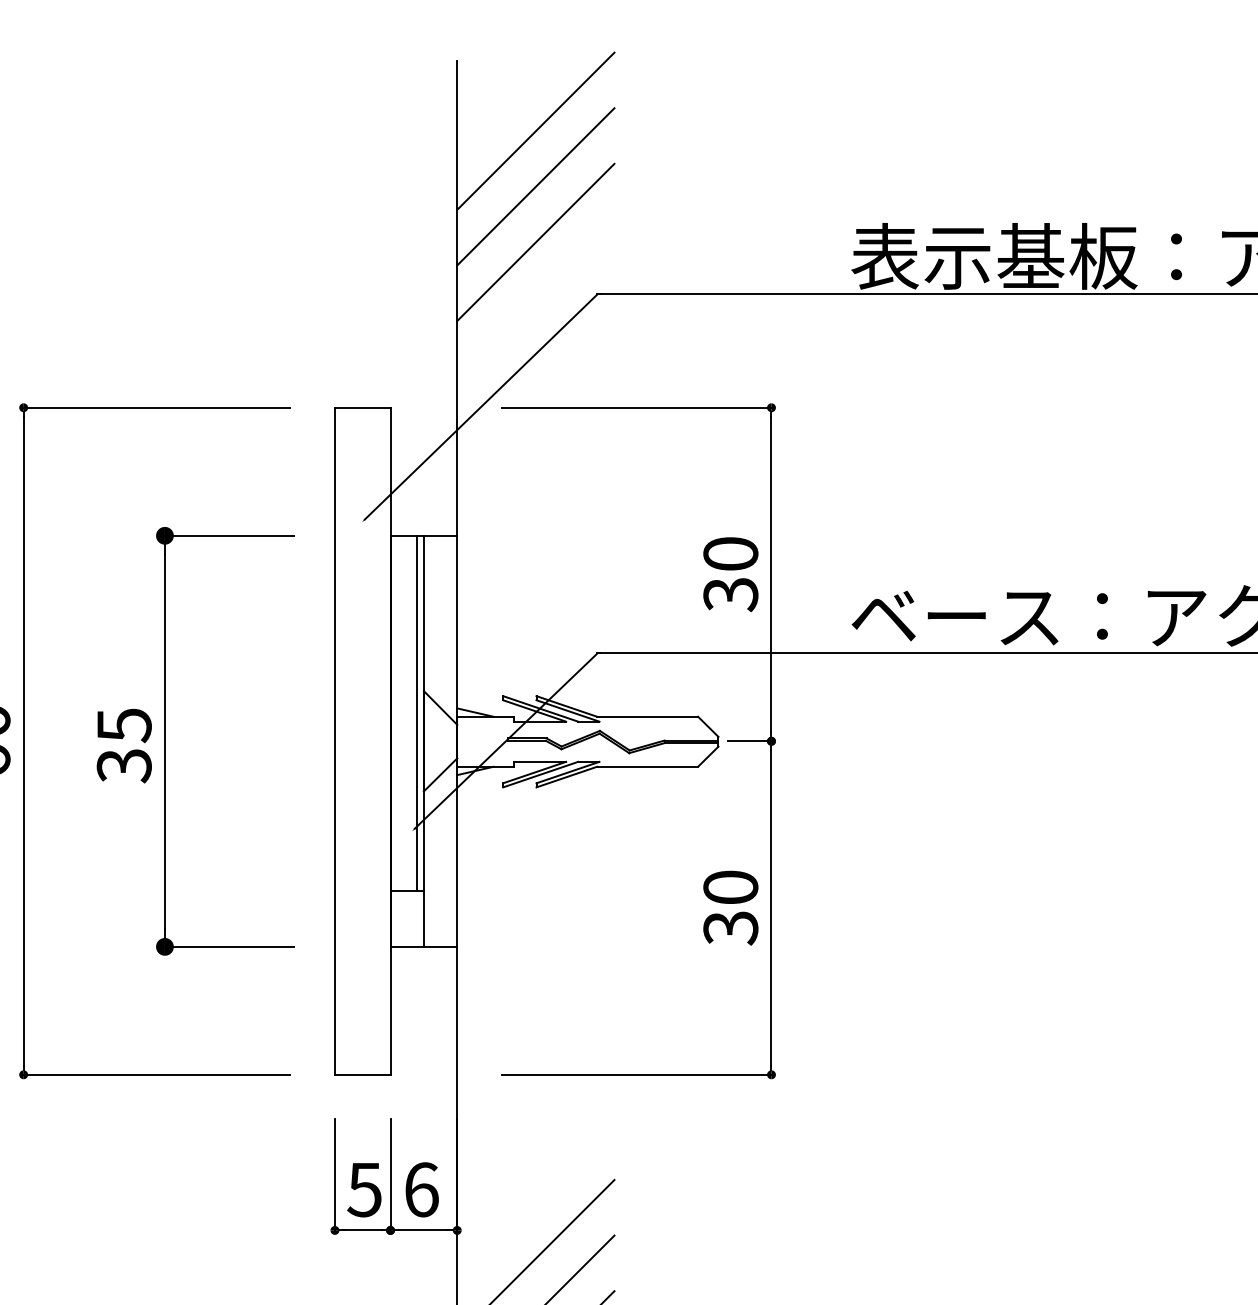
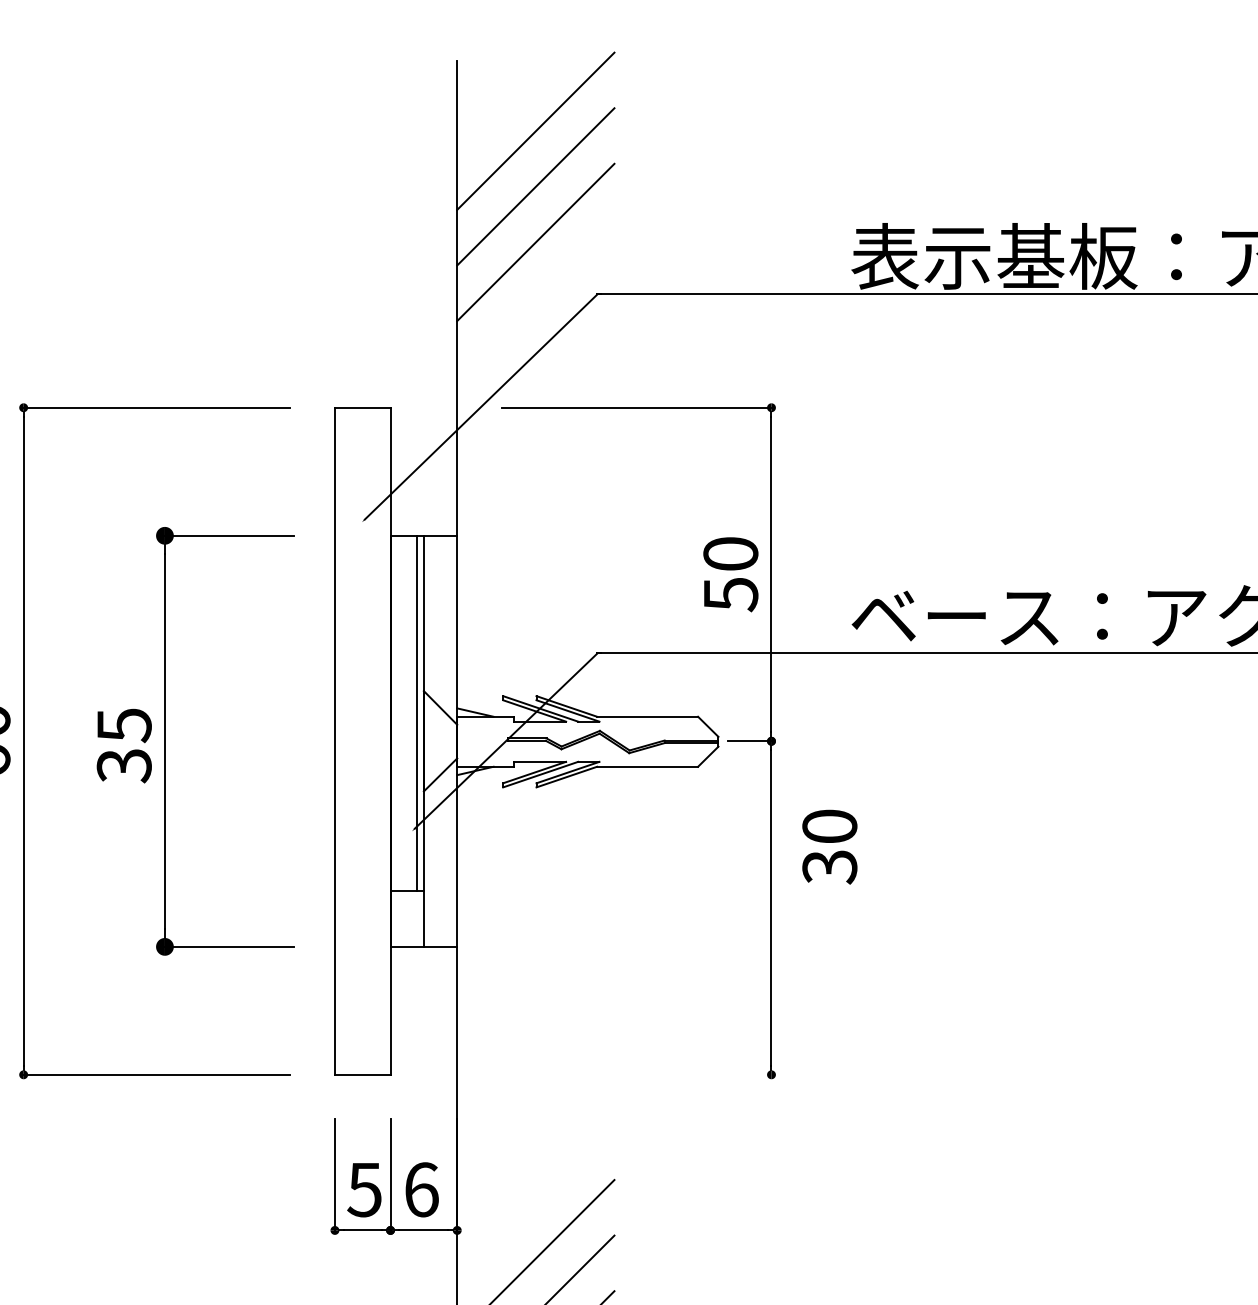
text at (730, 595): 30 -> 50
text at (730, 907) position: (730, 907) -> (829, 846)
line at (636, 1074): present -> none
